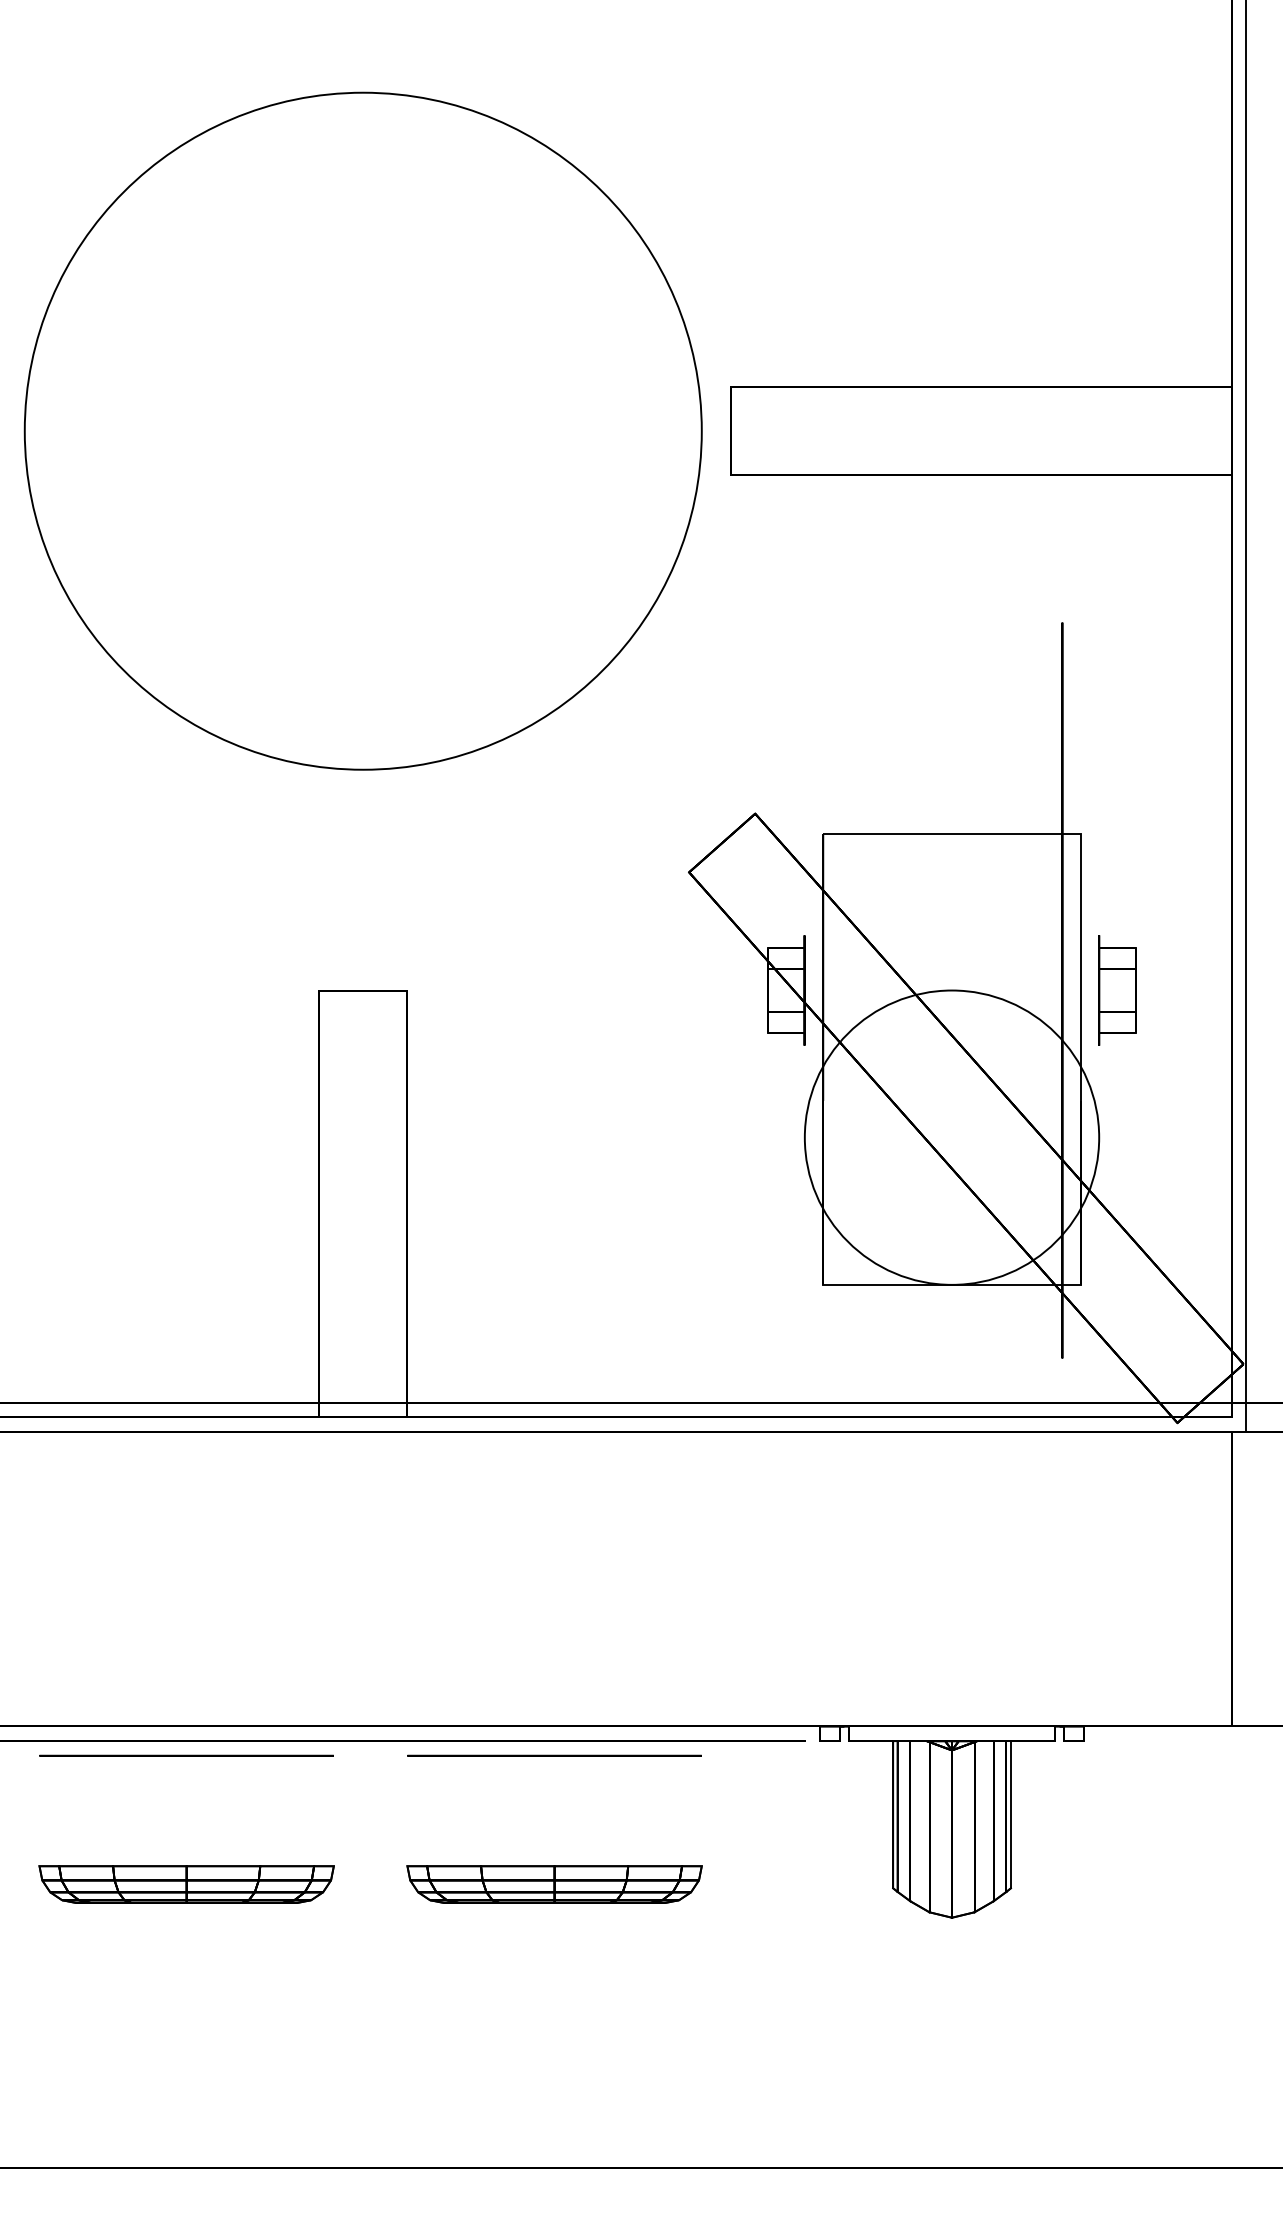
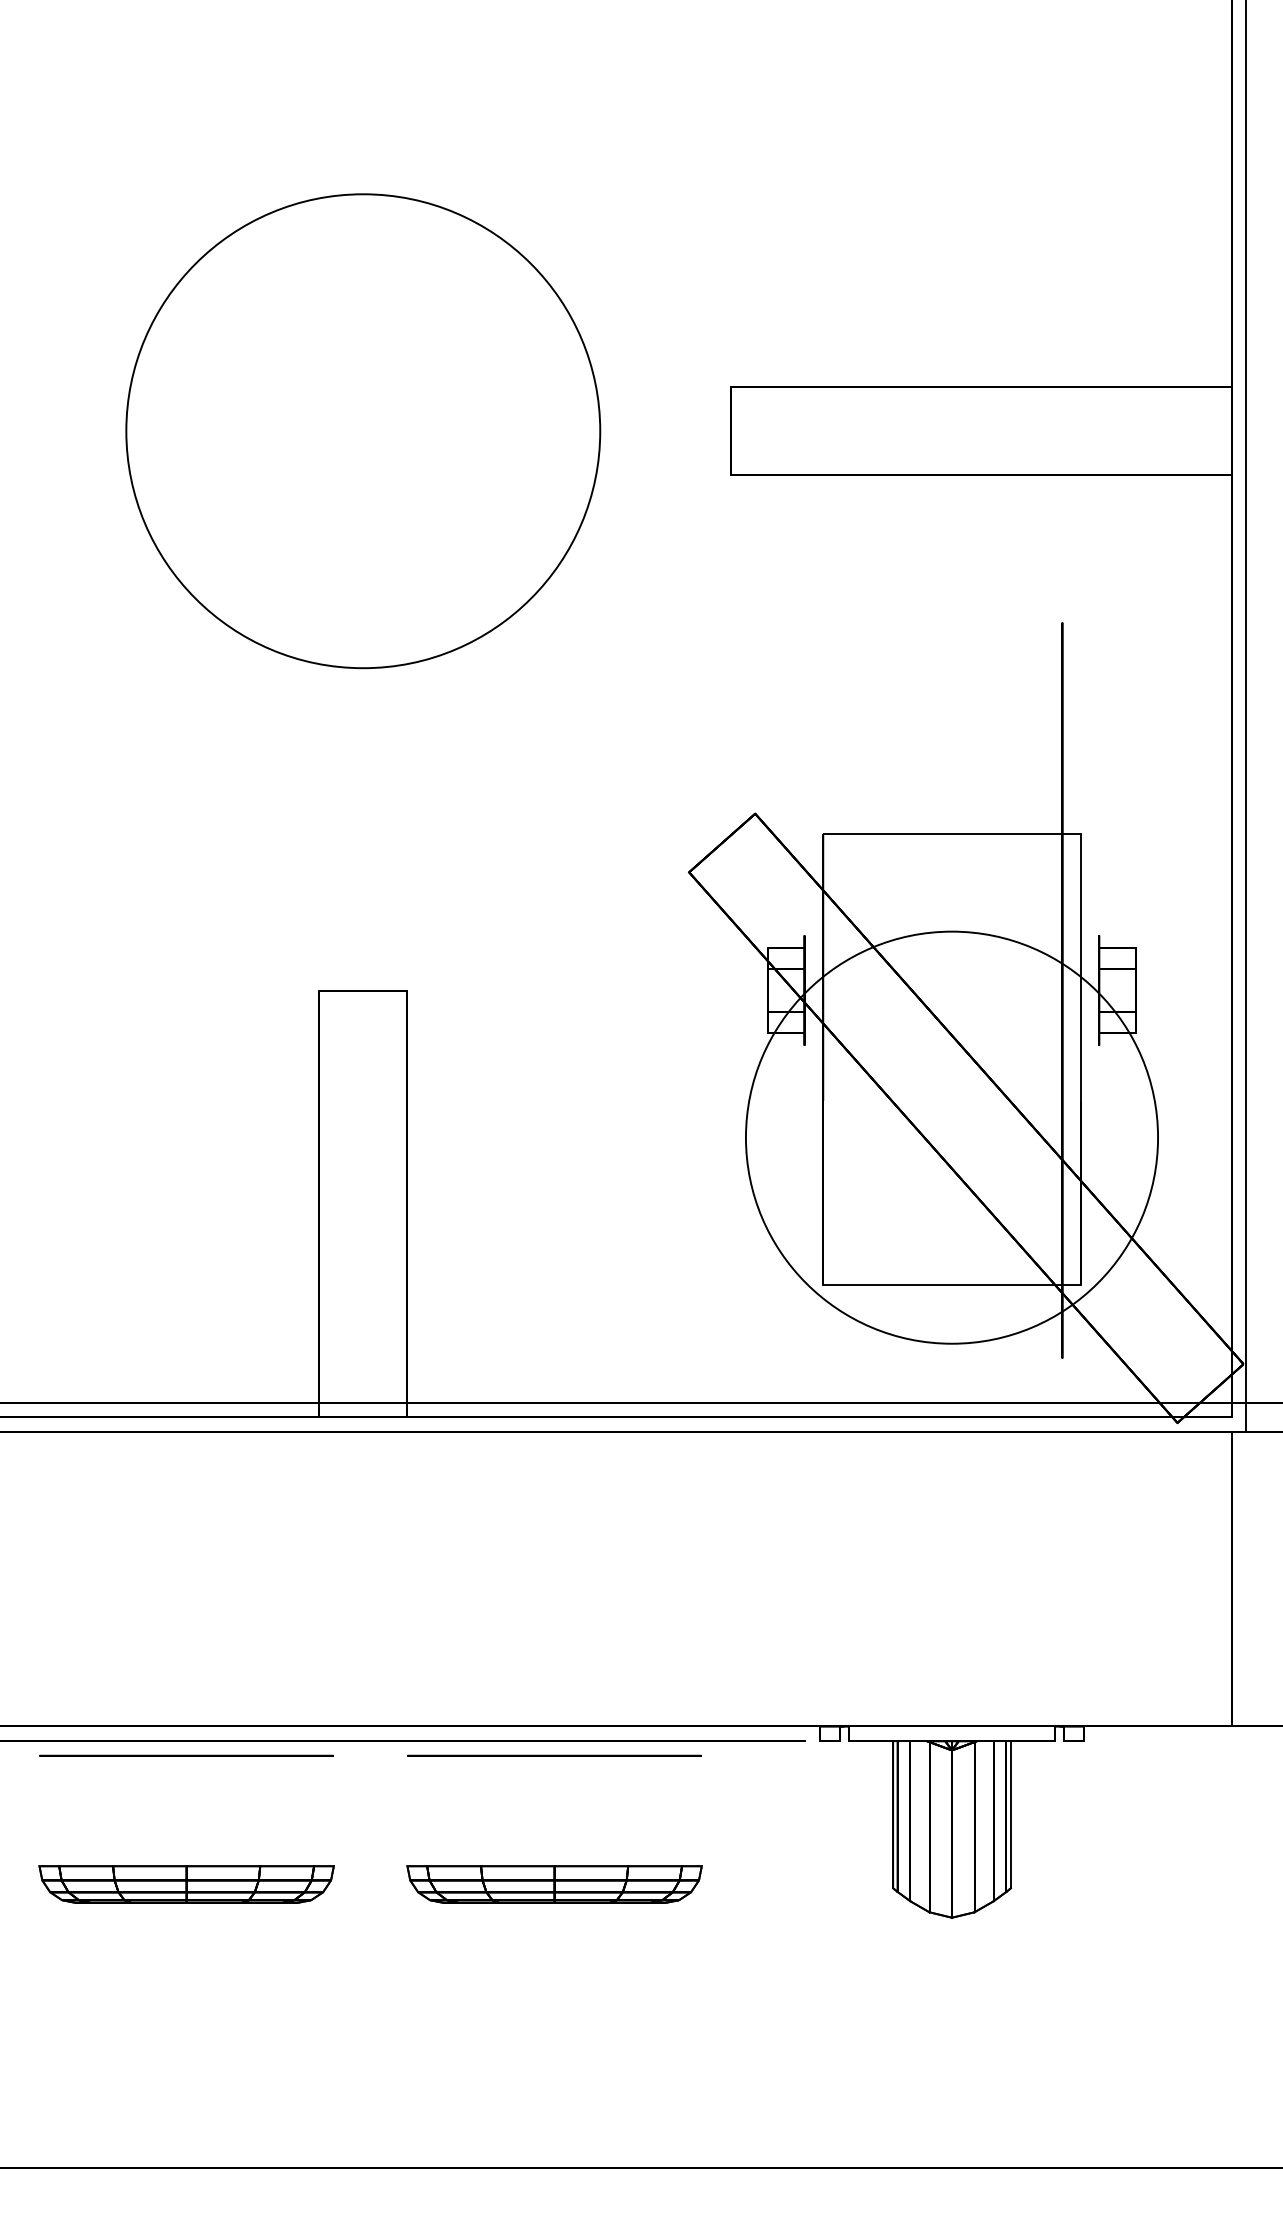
circle at (362, 430) diameter: 677 px -> 474 px
circle at (951, 1137) diameter: 294 px -> 412 px
